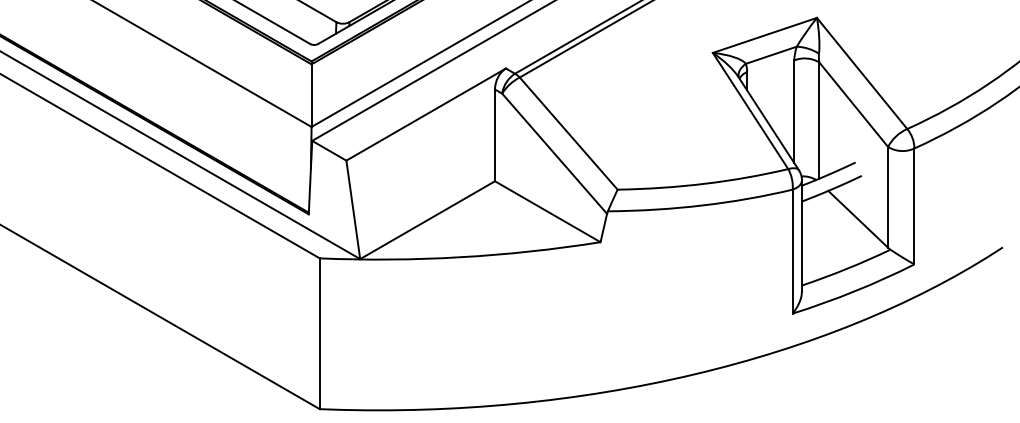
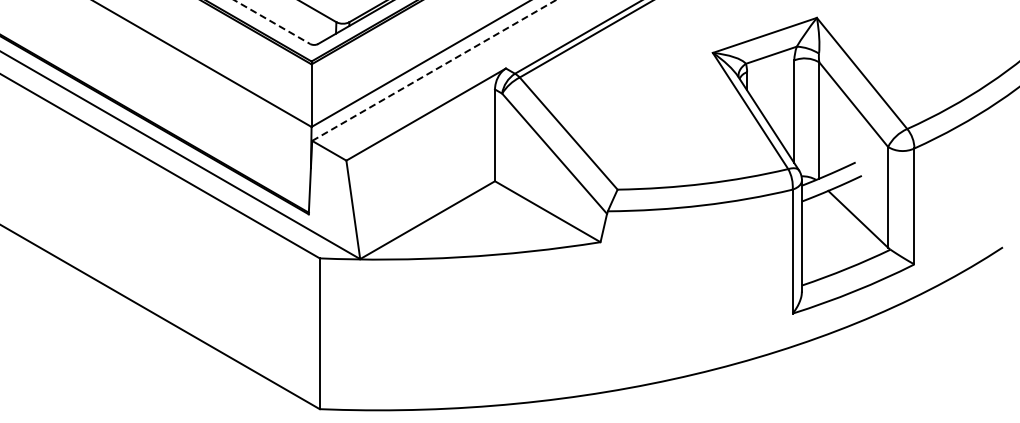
line at (272, 22): solid -> dashed
line at (434, 70): solid -> dashed
